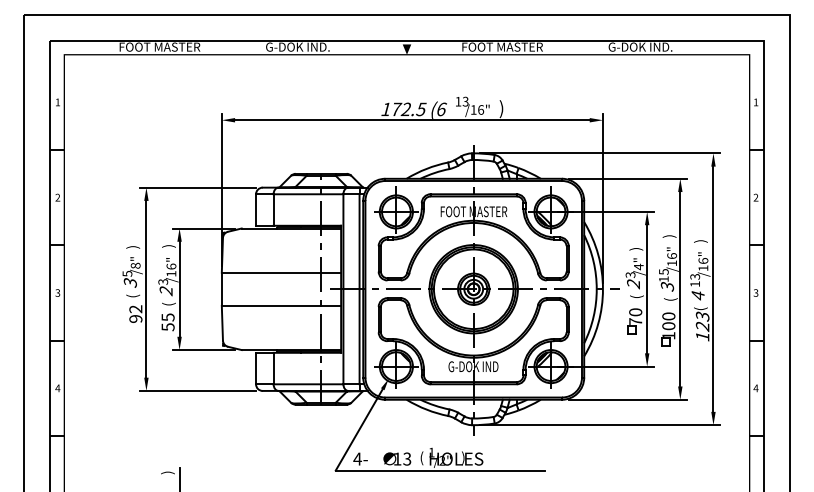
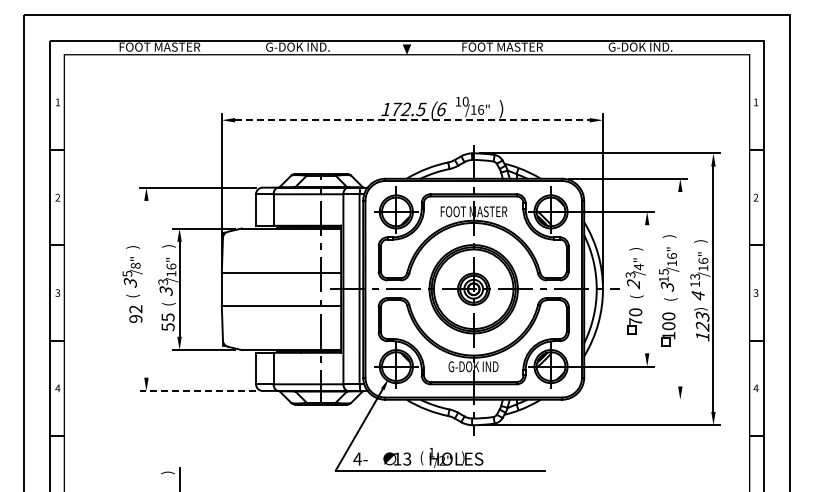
text at (465, 101): 13 -> 10
line at (412, 120): solid -> dashed
line at (146, 288): present -> none
line at (647, 289): present -> none
line at (680, 289): present -> none
text at (166, 291): 2 -> 3
text at (700, 308): ( -> )
line at (197, 390): solid -> dashed
line at (627, 399): present -> none
